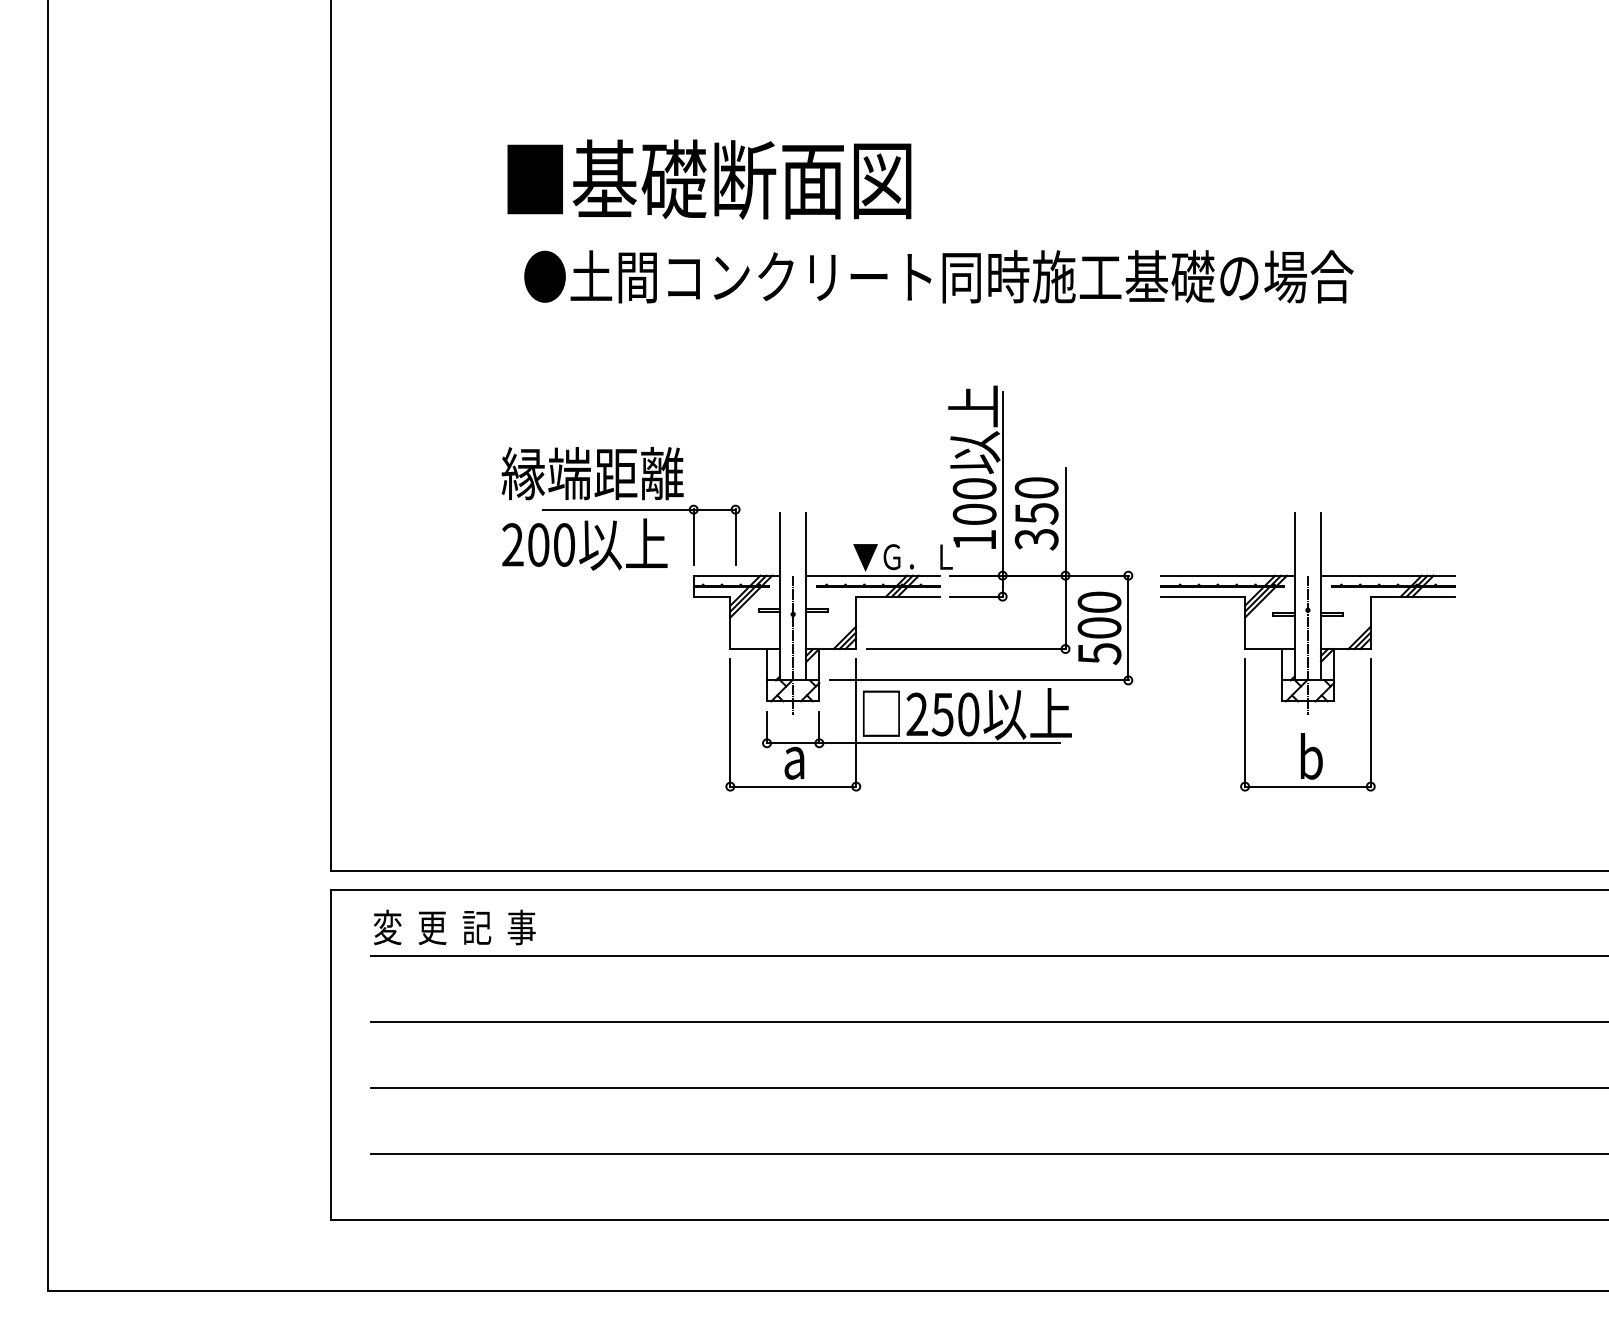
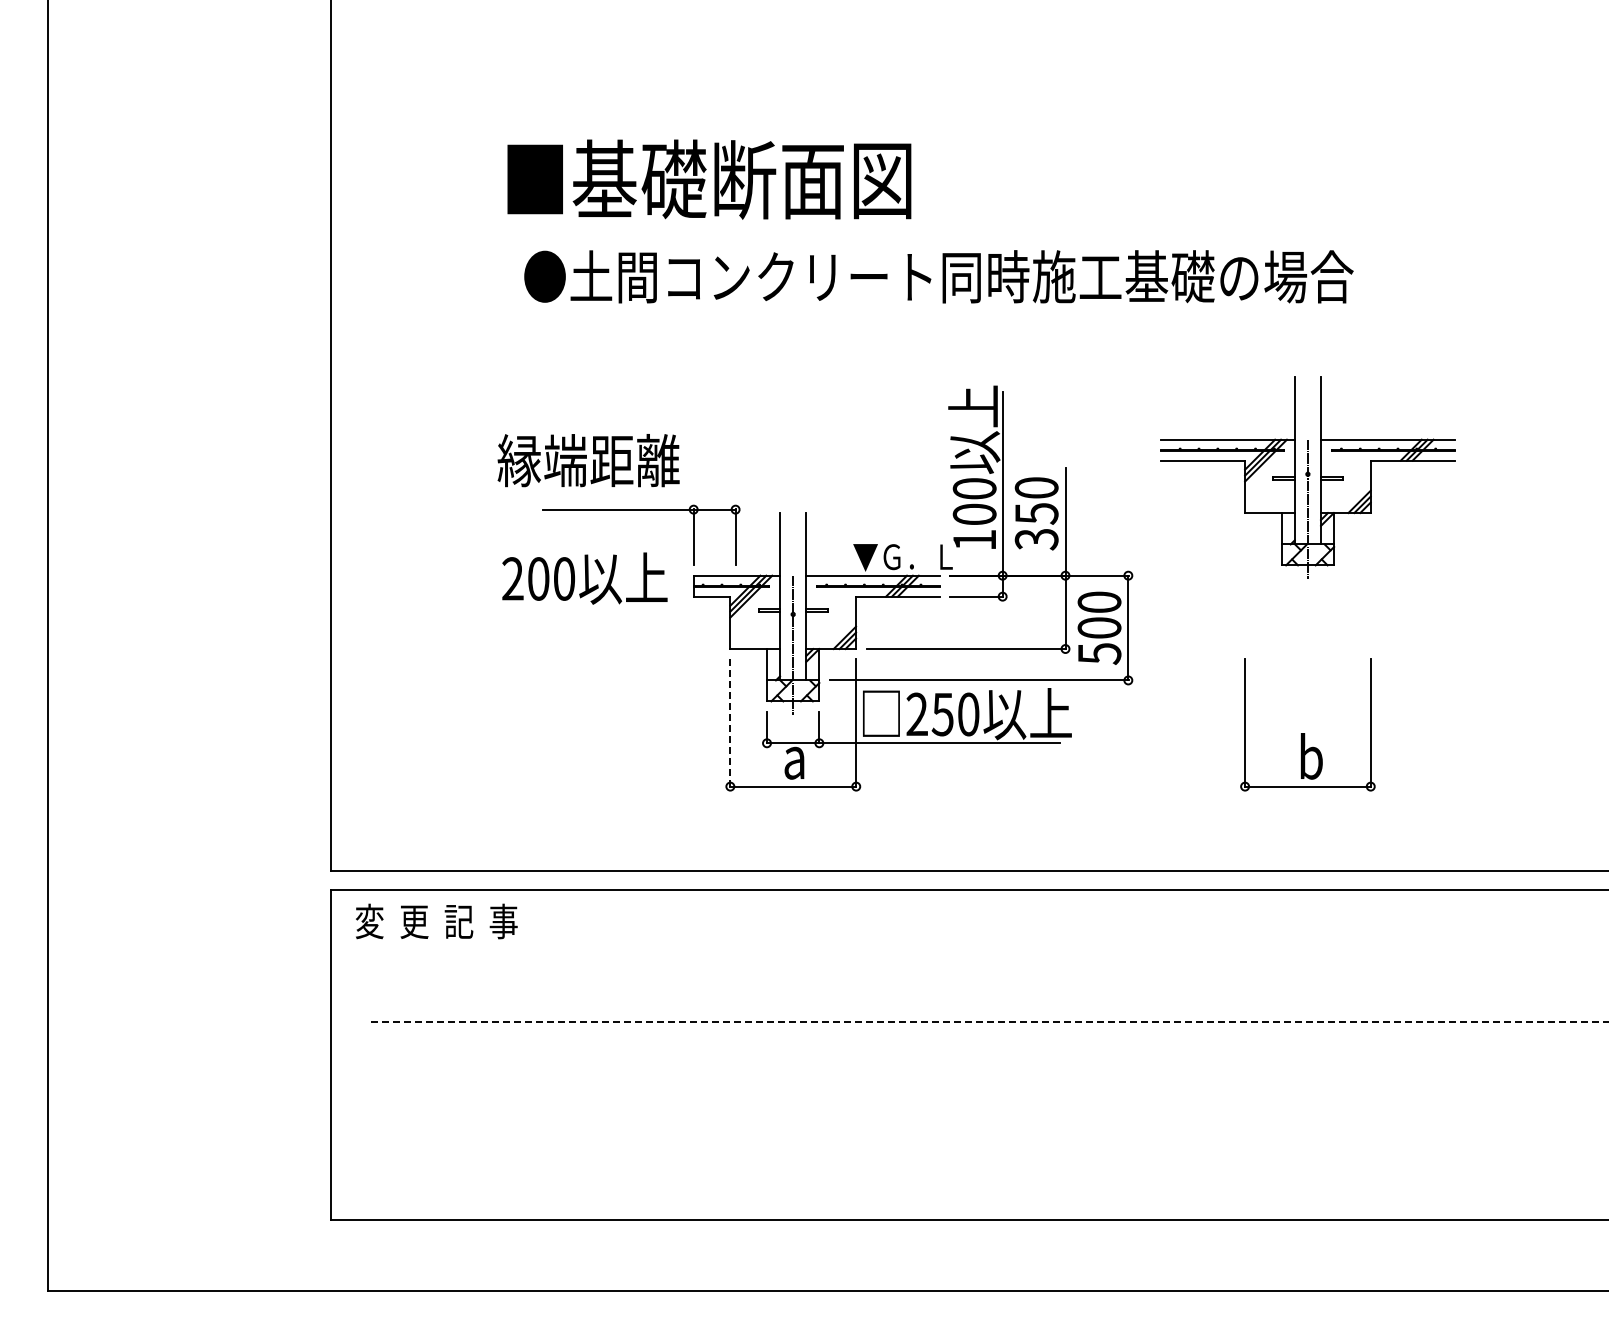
text at (592, 473) position: (592, 473) -> (588, 460)
text at (584, 544) position: (584, 544) -> (584, 578)
part at (1307, 613) position: (1307, 613) -> (1307, 477)
line at (730, 723): solid -> dashed
text at (454, 927) position: (454, 927) -> (436, 921)
line at (988, 956): present -> none
line at (989, 1022): solid -> dashed
line at (988, 1088): present -> none
line at (988, 1154): present -> none
